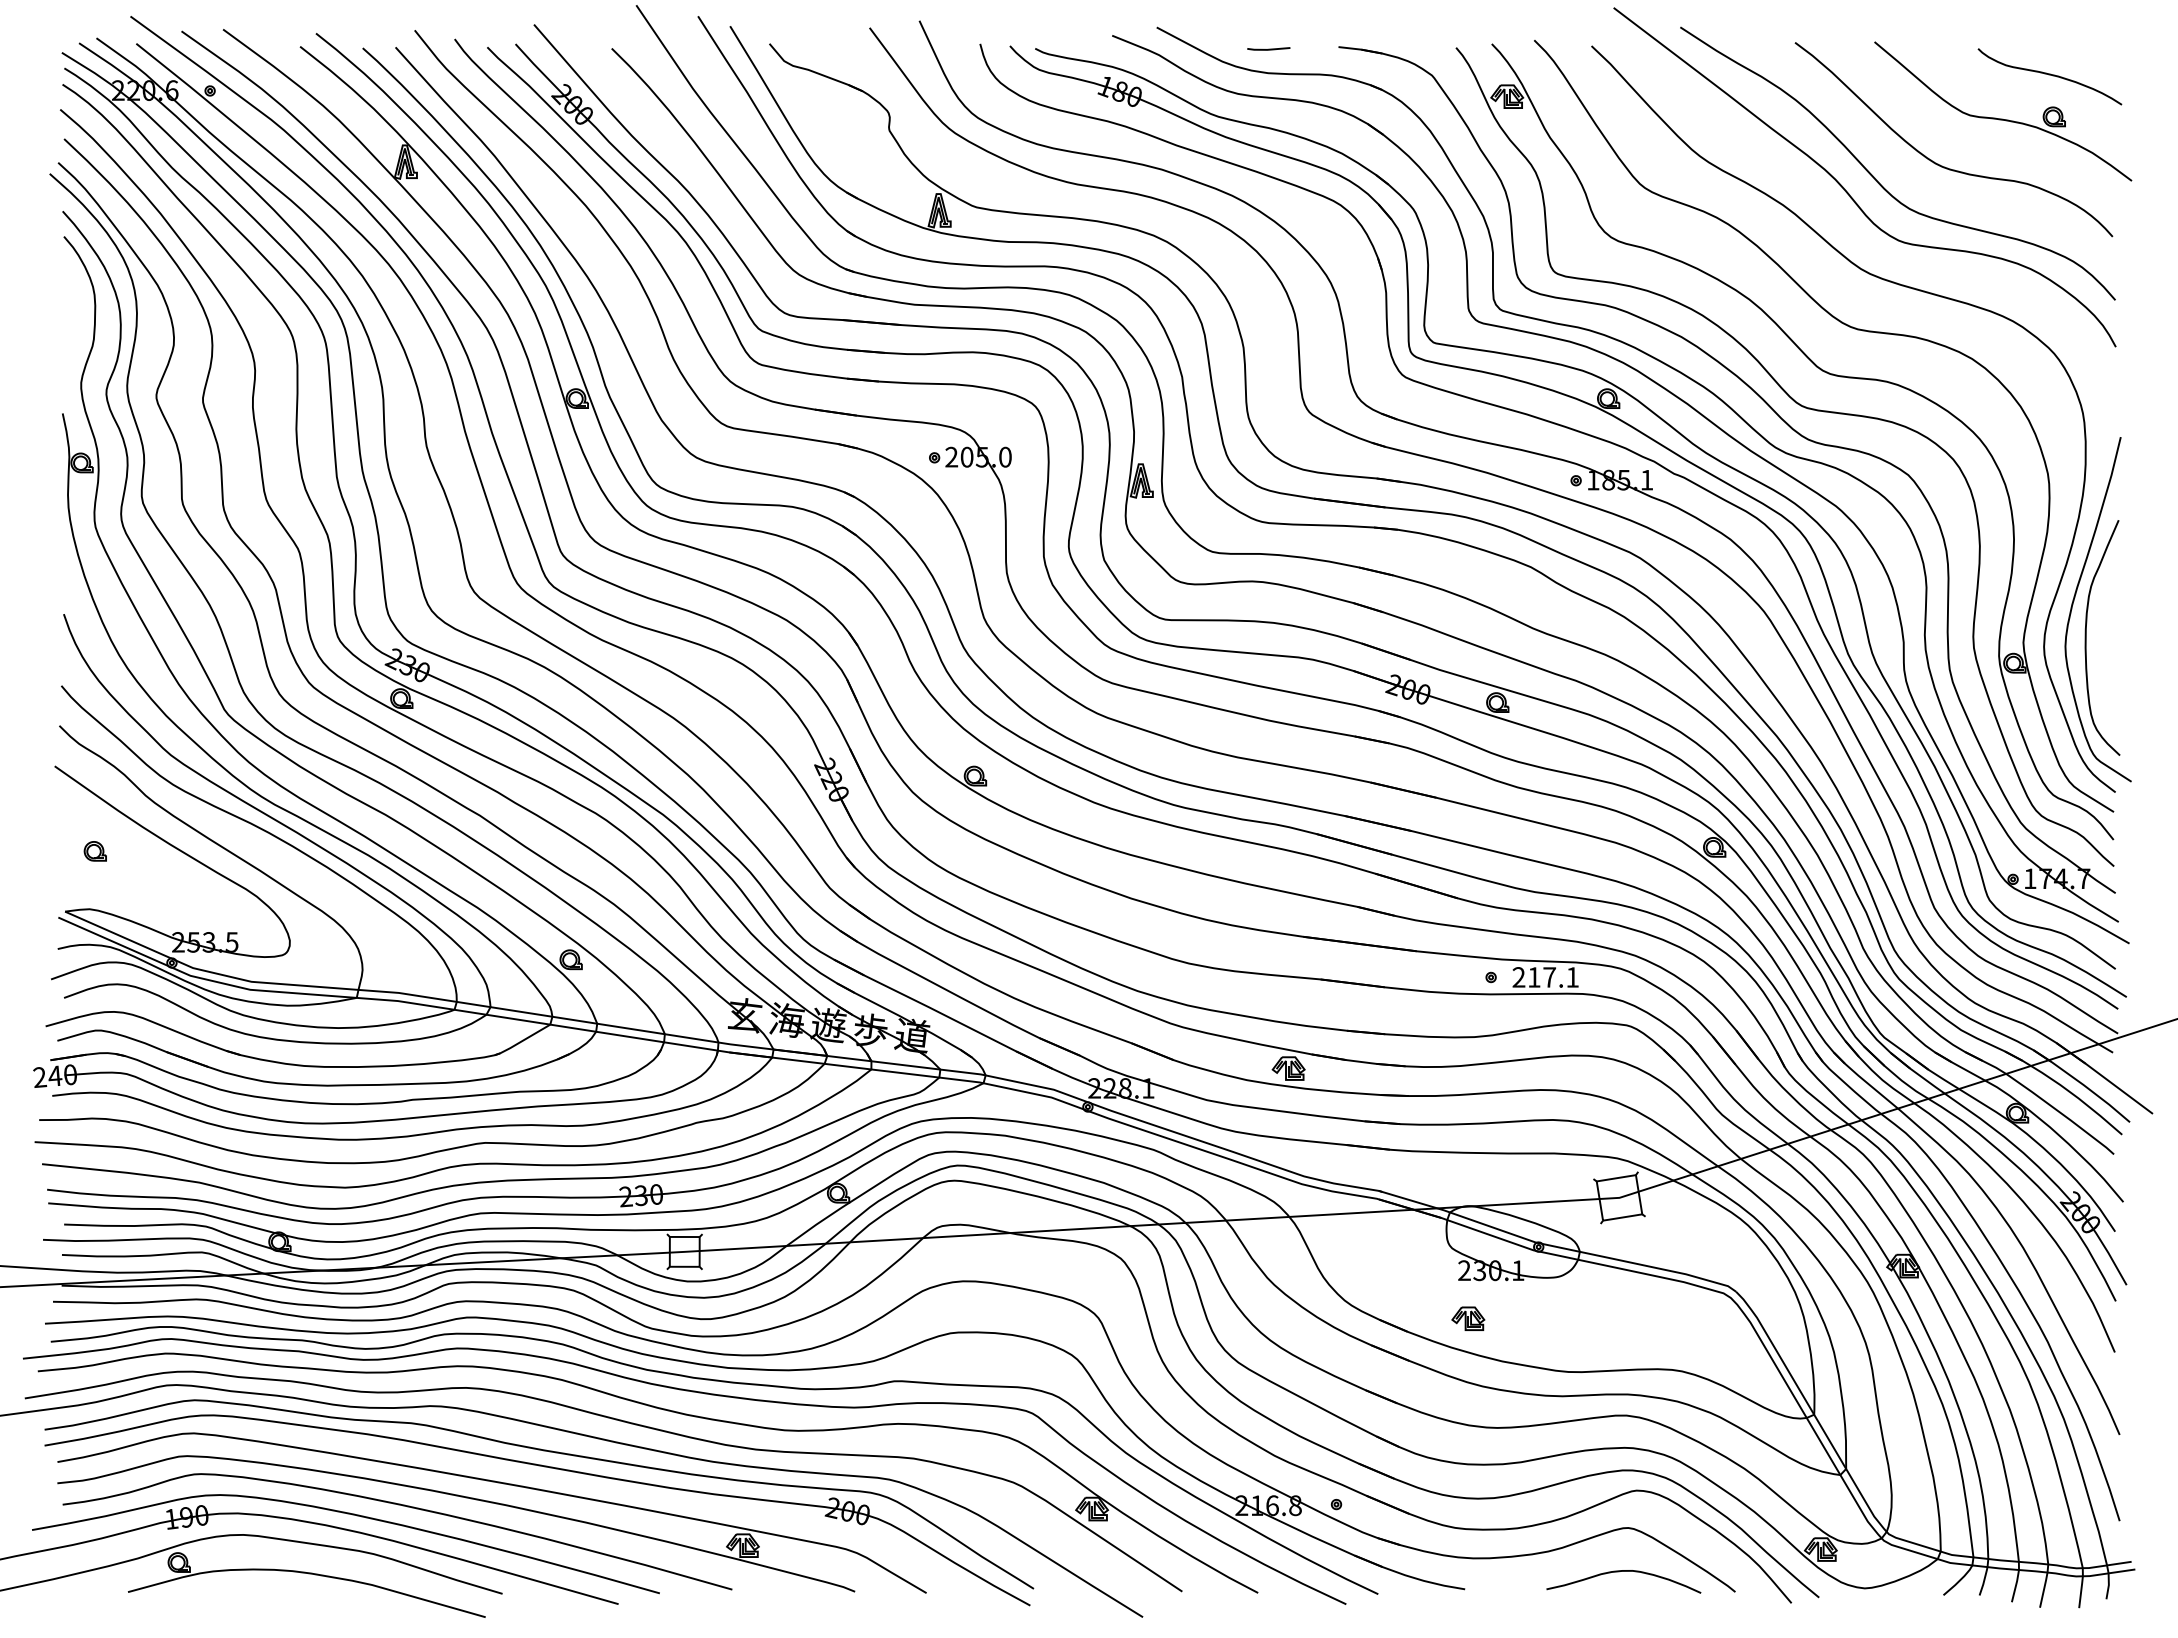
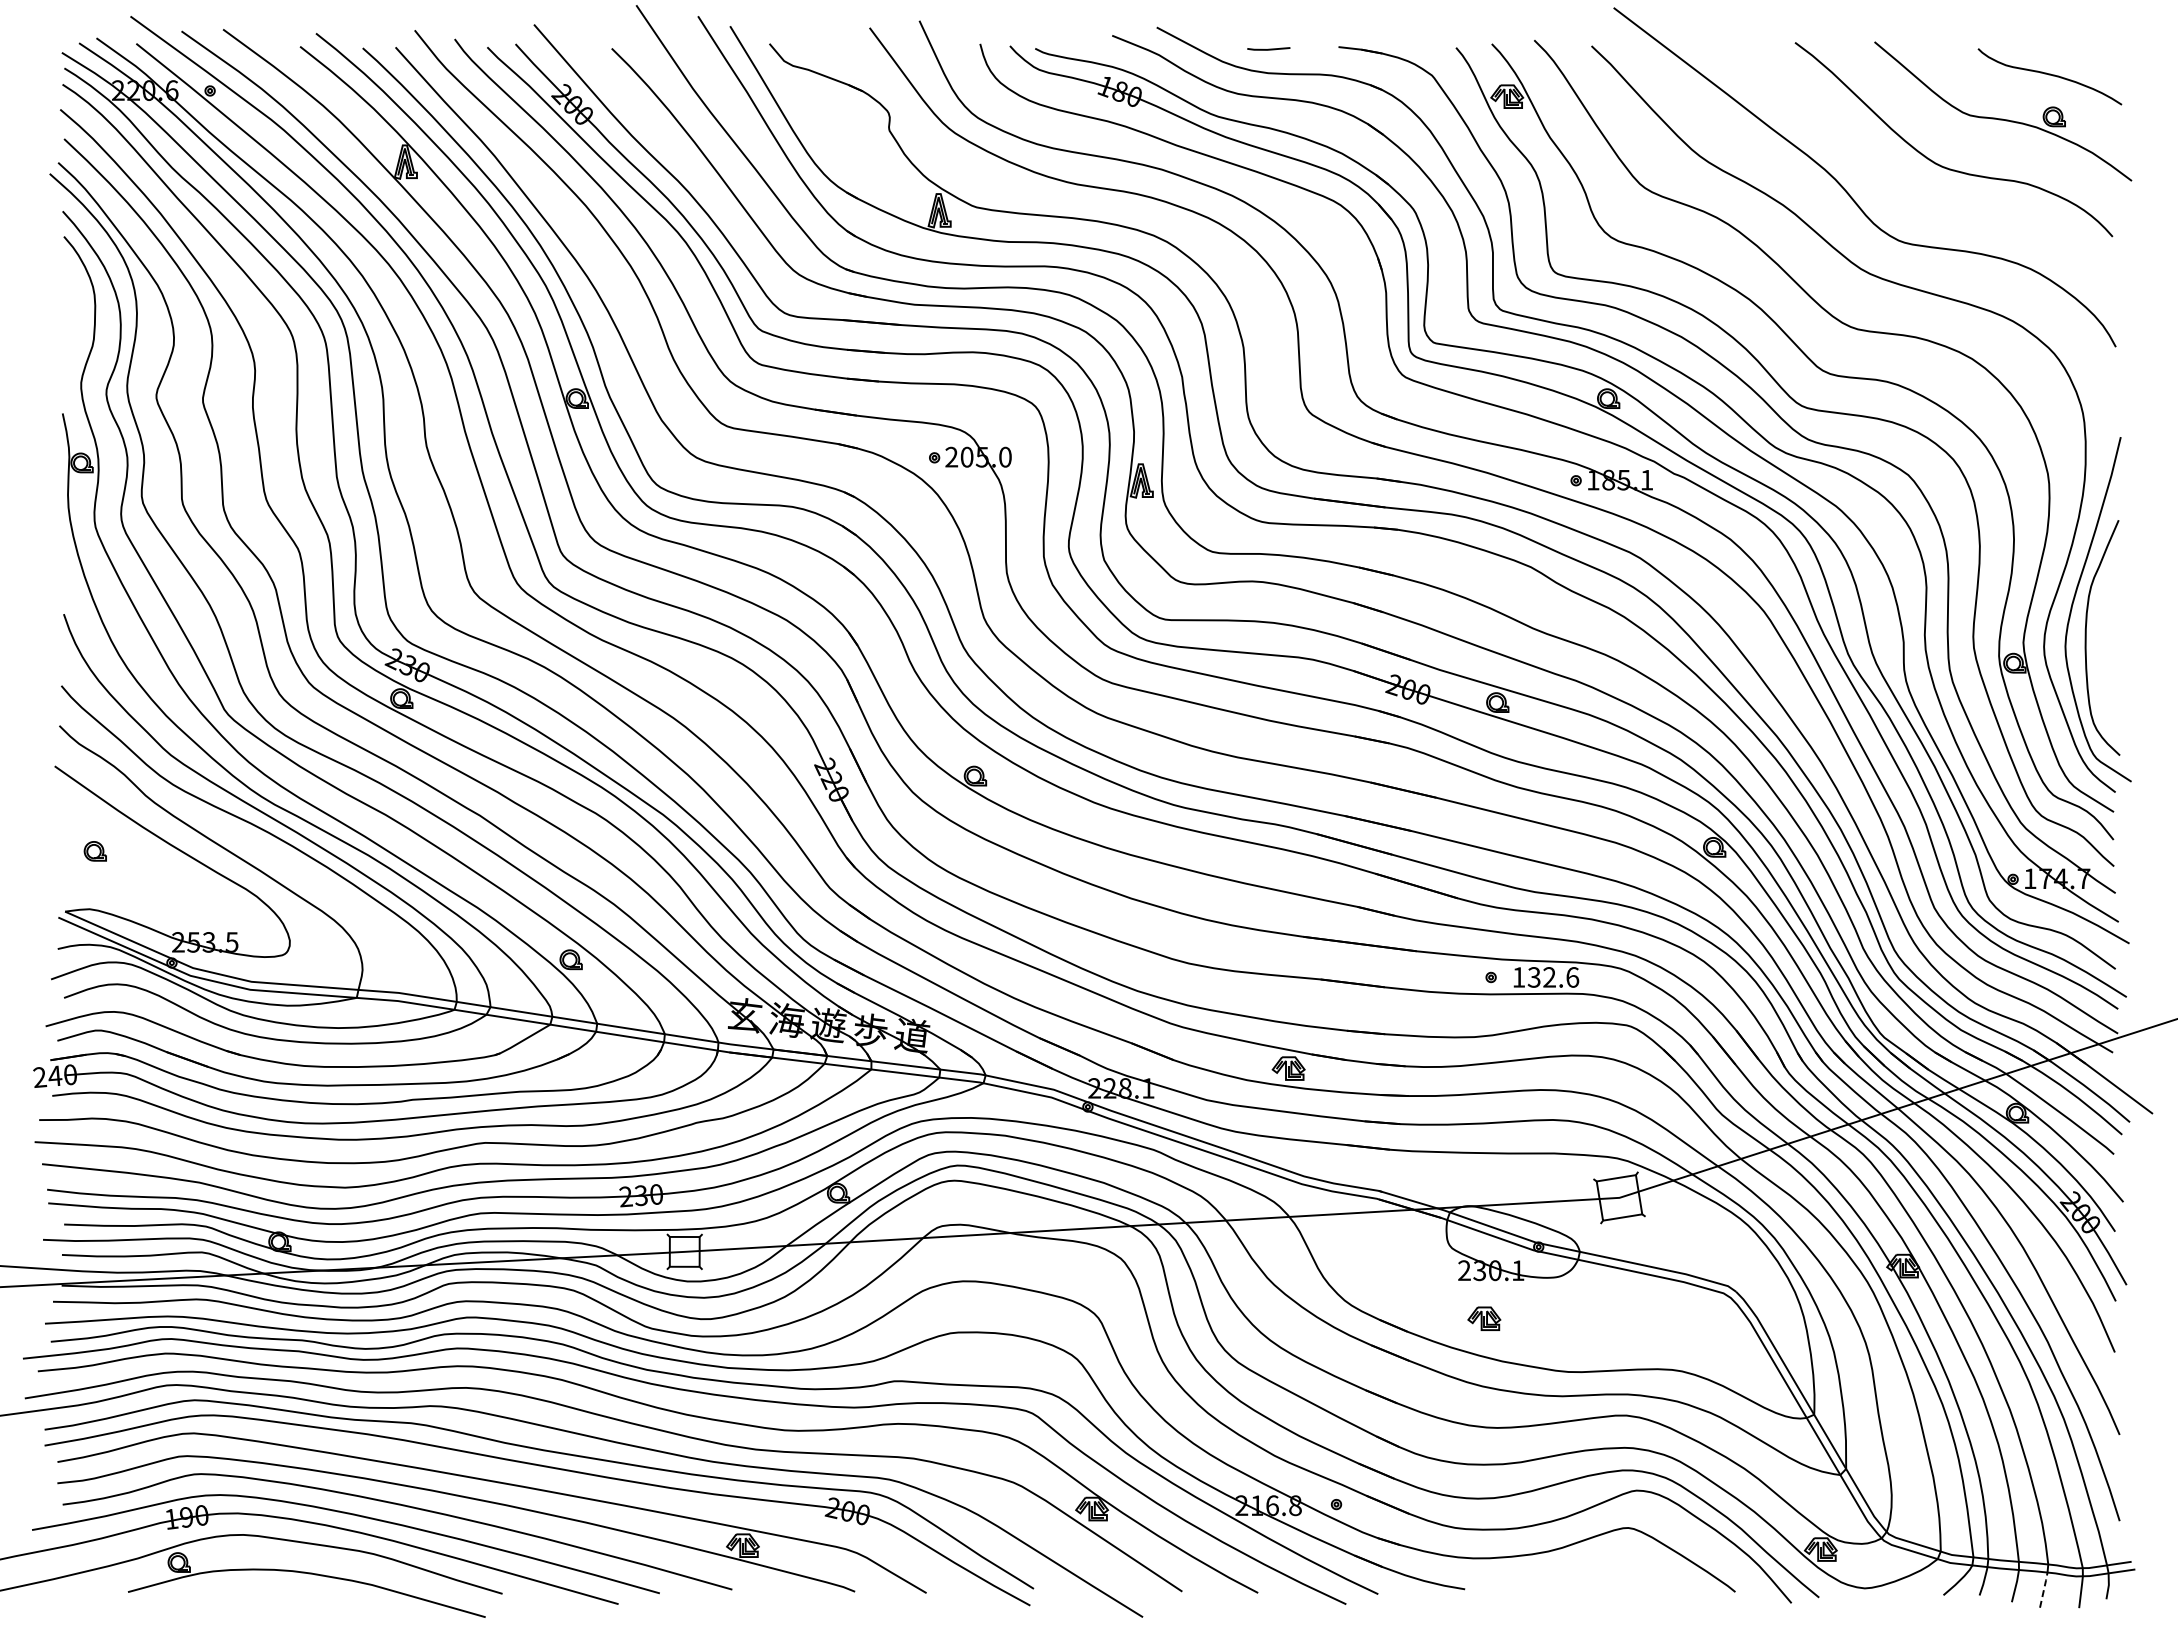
curve at (1878, 181): present -> none
text at (1545, 977): 217.1 -> 132.6
part at (1468, 1318) position: (1468, 1318) -> (1484, 1318)
curve at (1619, 1572): present -> none
line at (2043, 1589): solid -> dashed
